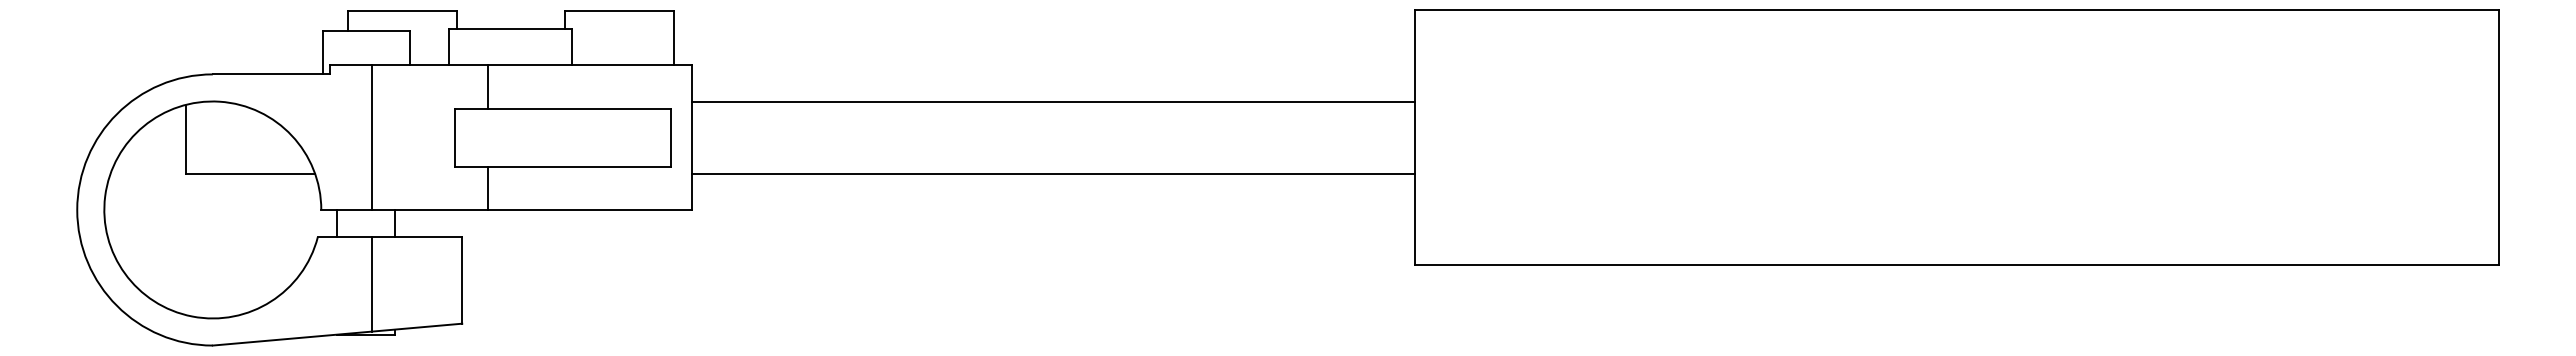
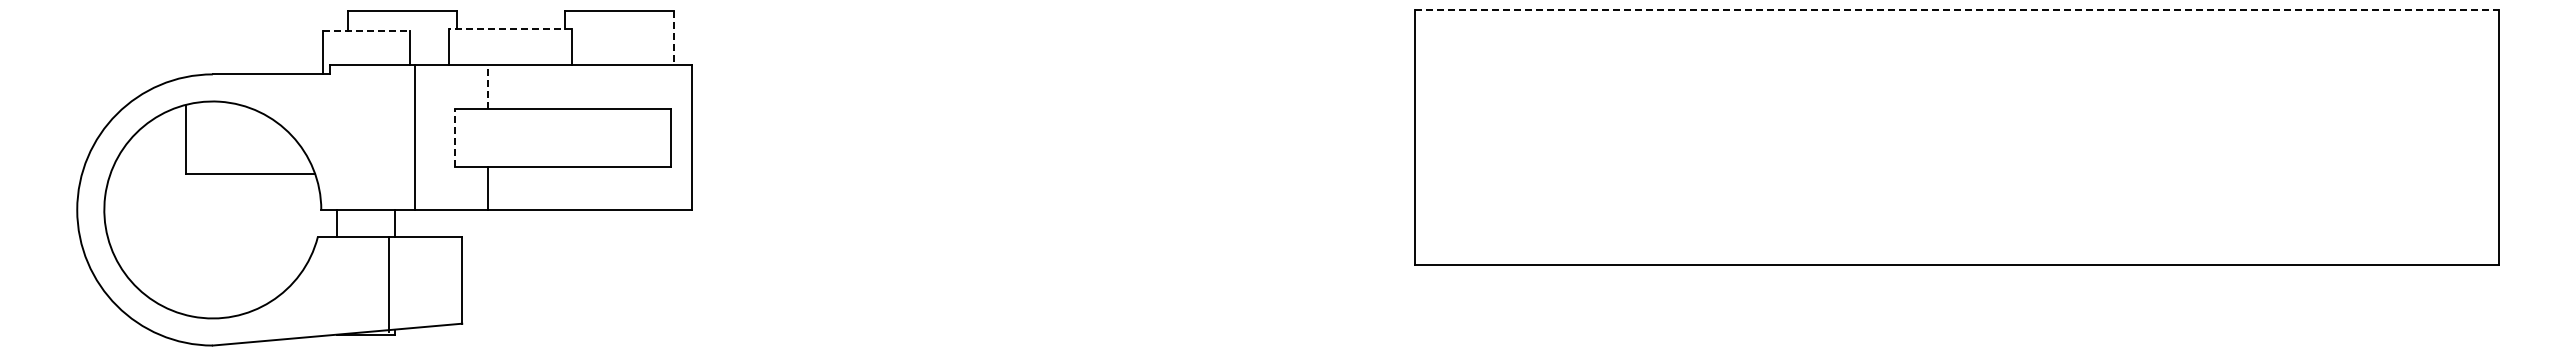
line at (1957, 10): solid -> dashed
line at (510, 29): solid -> dashed
line at (366, 31): solid -> dashed
line at (673, 38): solid -> dashed
line at (487, 87): solid -> dashed
line at (1052, 101): present -> none
line at (371, 137) position: (371, 137) -> (414, 137)
line at (454, 137): solid -> dashed
line at (1052, 173): present -> none
line at (371, 284) position: (371, 284) -> (388, 284)
